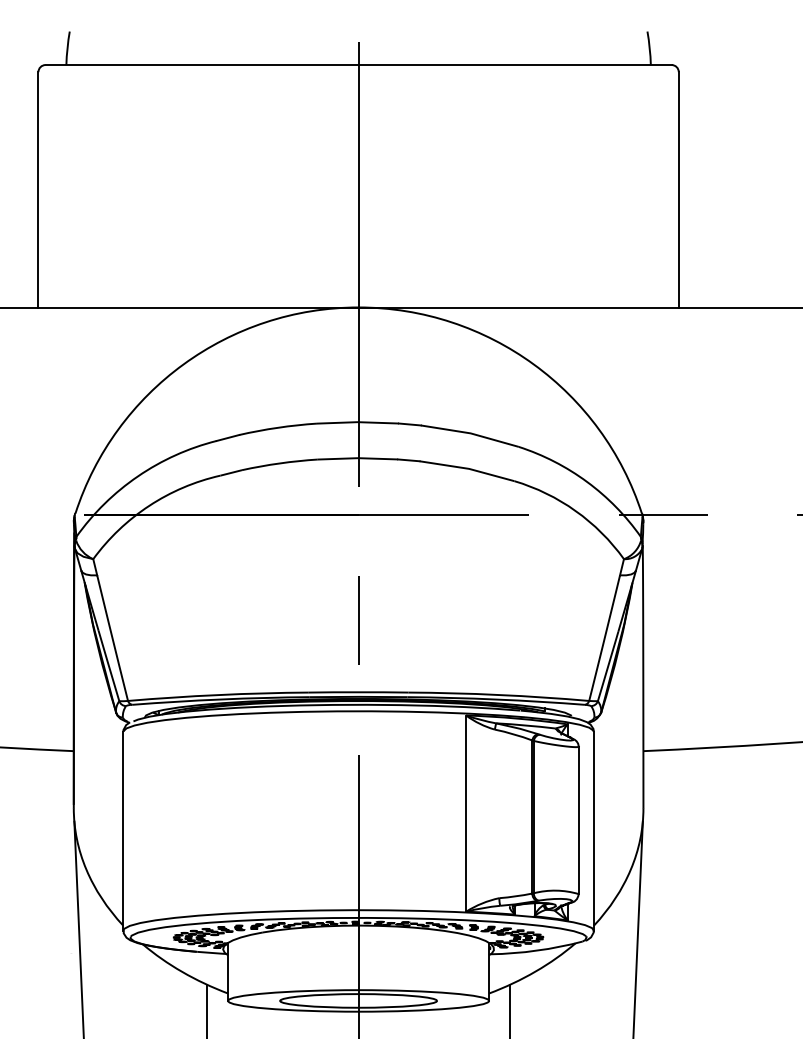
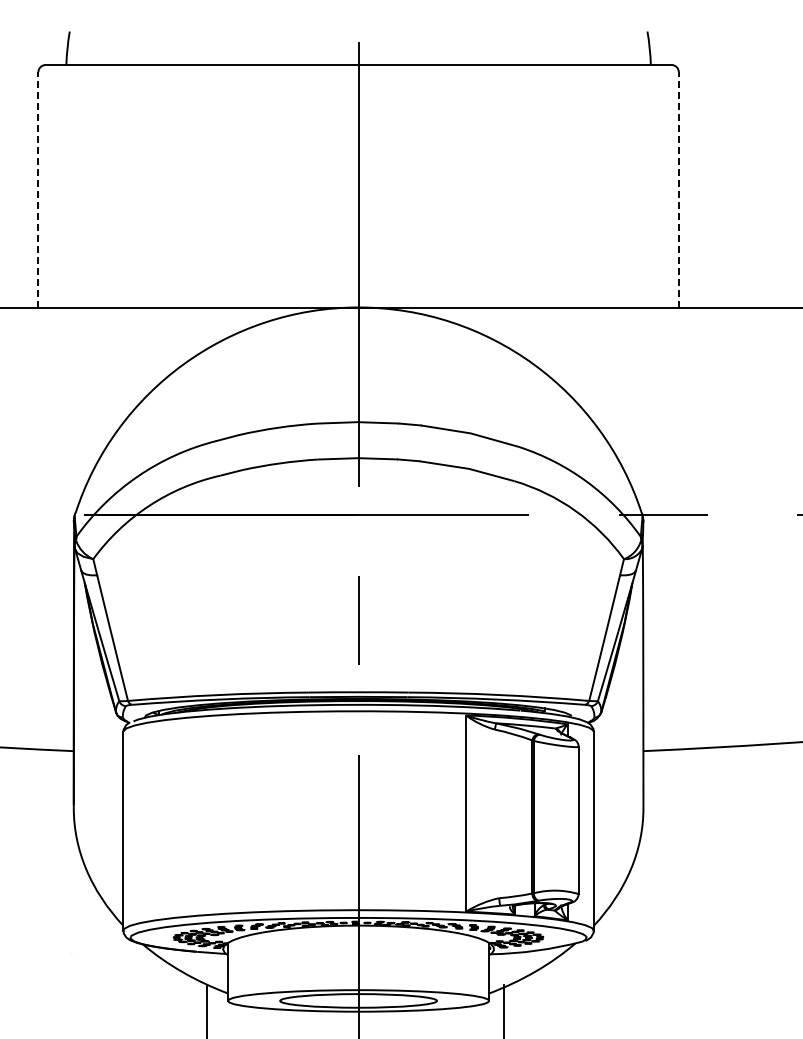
line at (38, 189): solid -> dashed
line at (678, 189): solid -> dashed
line at (78, 928): present -> none
line at (637, 928): present -> none
line at (509, 1009) position: (509, 1009) -> (503, 1009)
